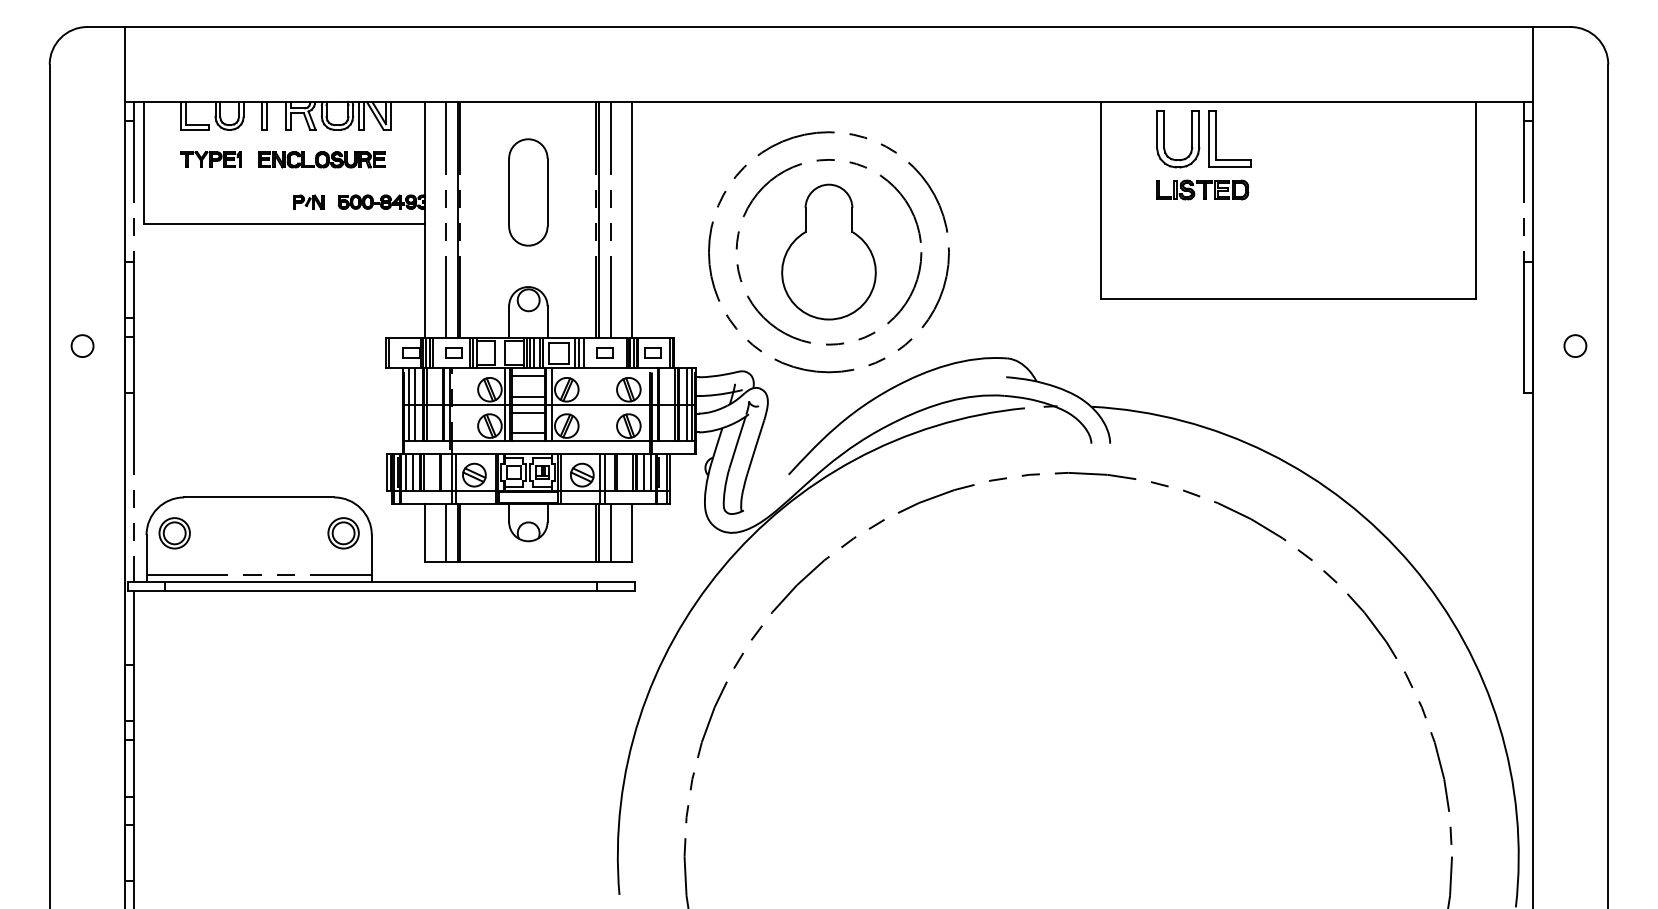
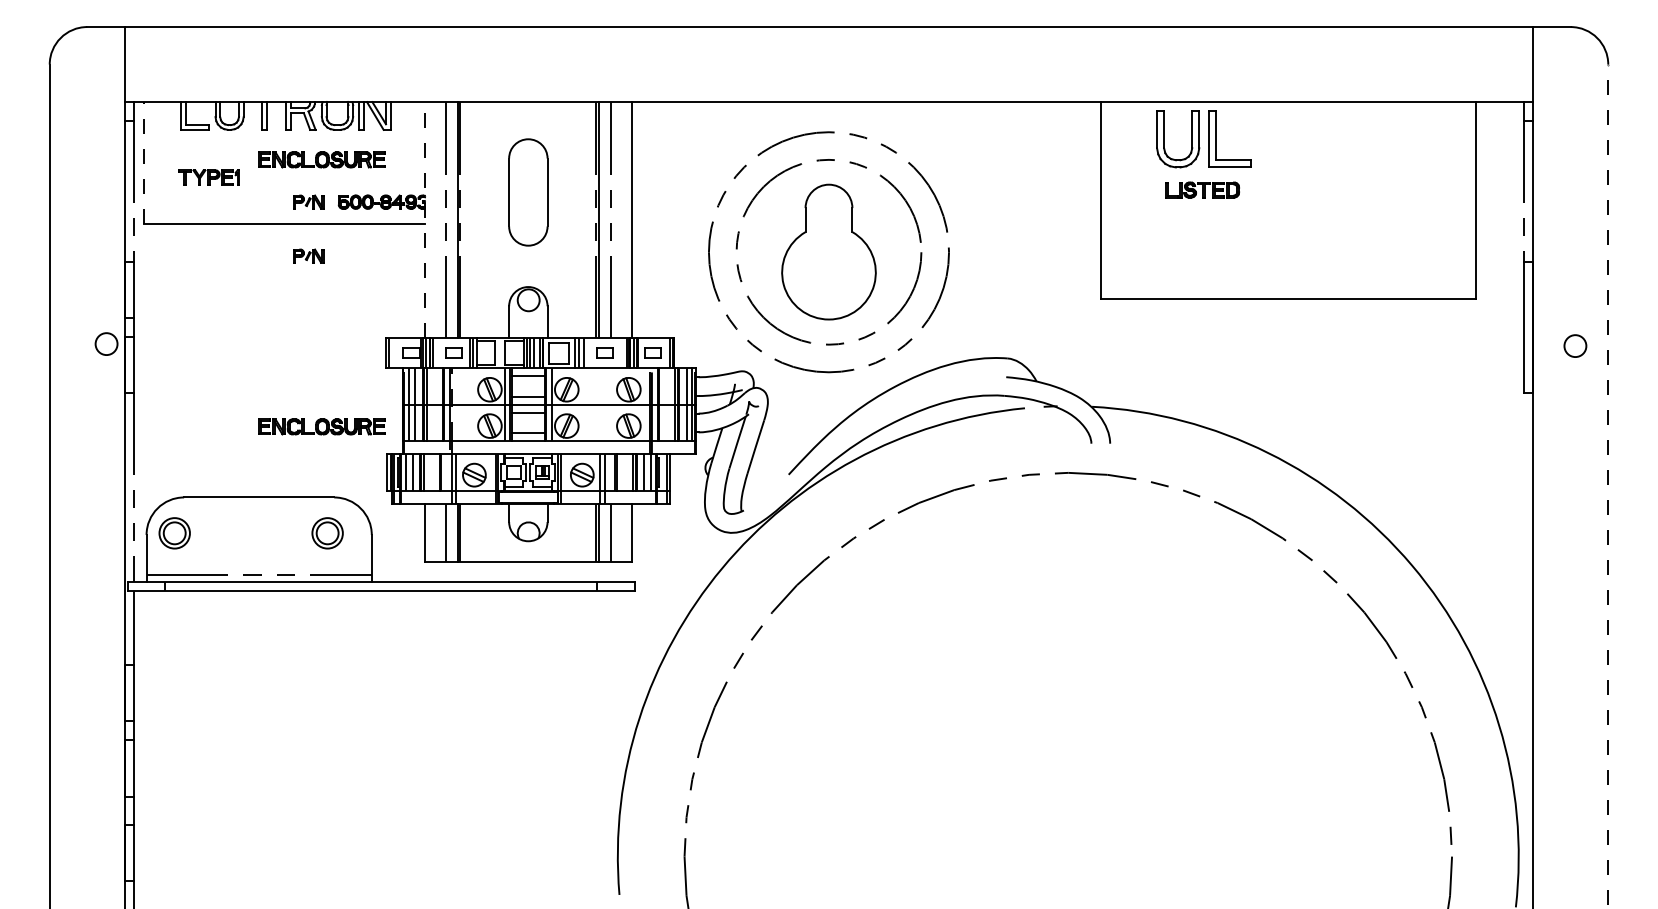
part at (210, 159) position: (210, 159) -> (208, 177)
line at (143, 162): solid -> dashed
part at (1202, 189) size: 94x22 px -> 75x18 px
line at (424, 220): solid -> dashed
part at (308, 255): none -> present
circle at (82, 345) position: (82, 345) -> (106, 343)
part at (321, 426): none -> present
line at (1608, 486): solid -> dashed
part at (343, 533) position: (343, 533) -> (327, 533)
